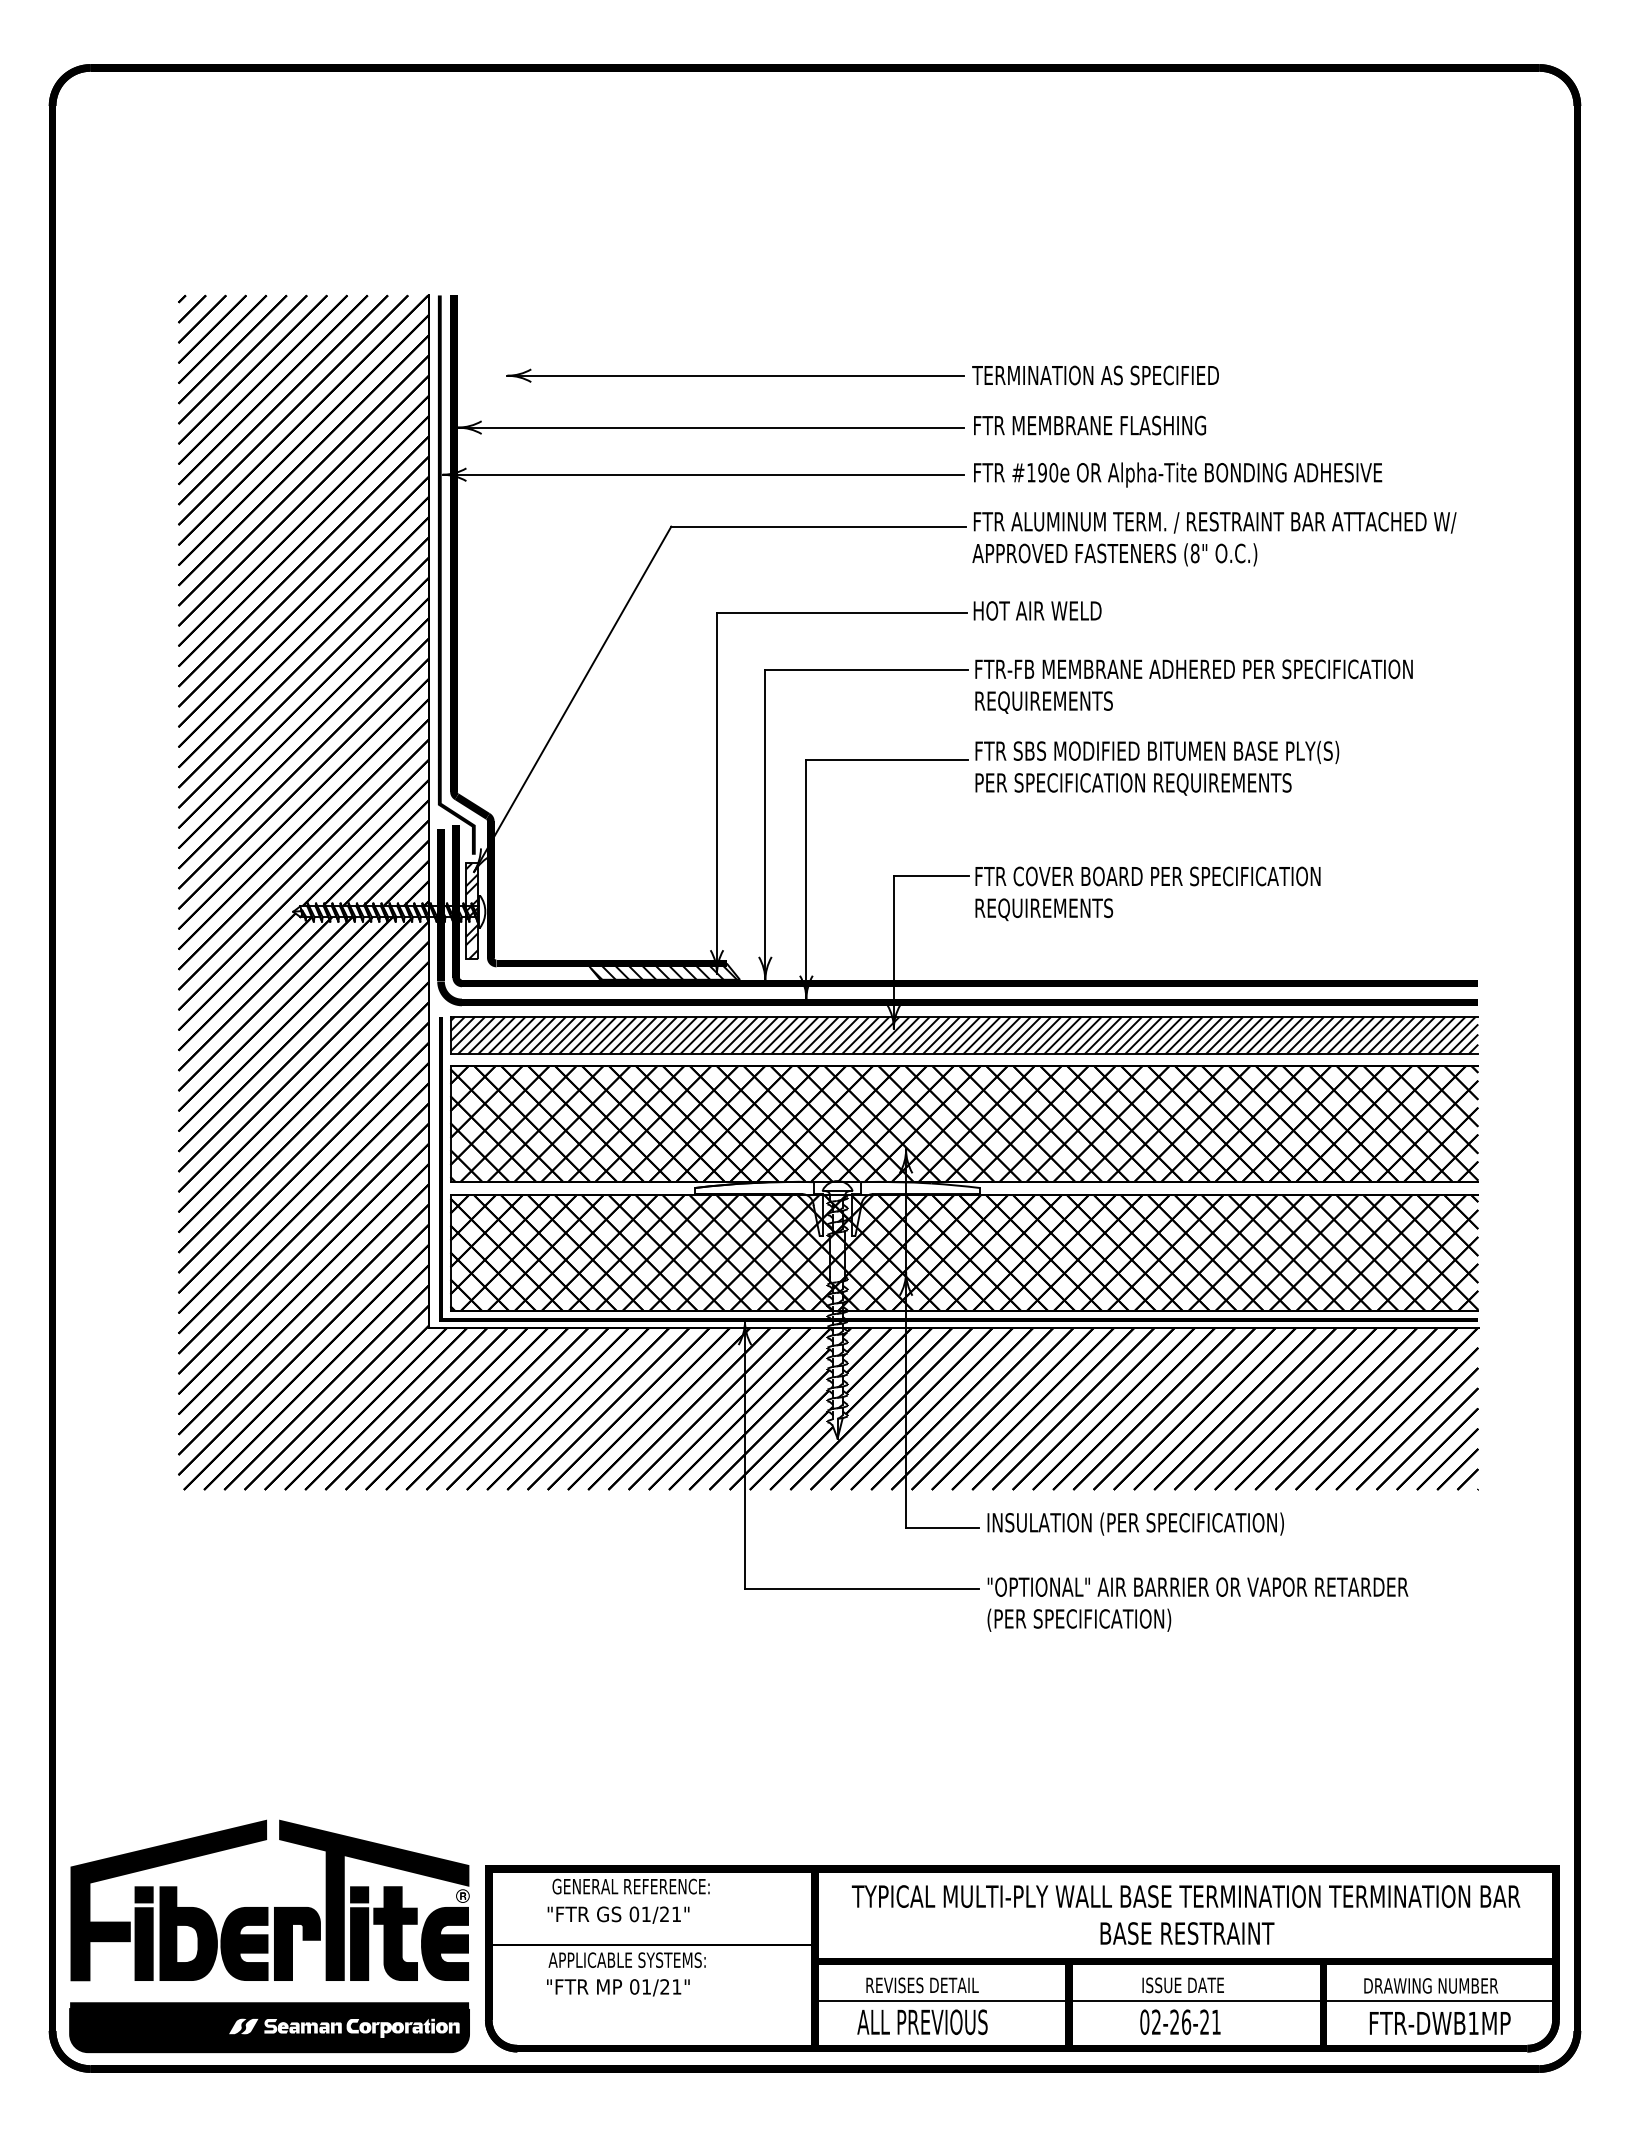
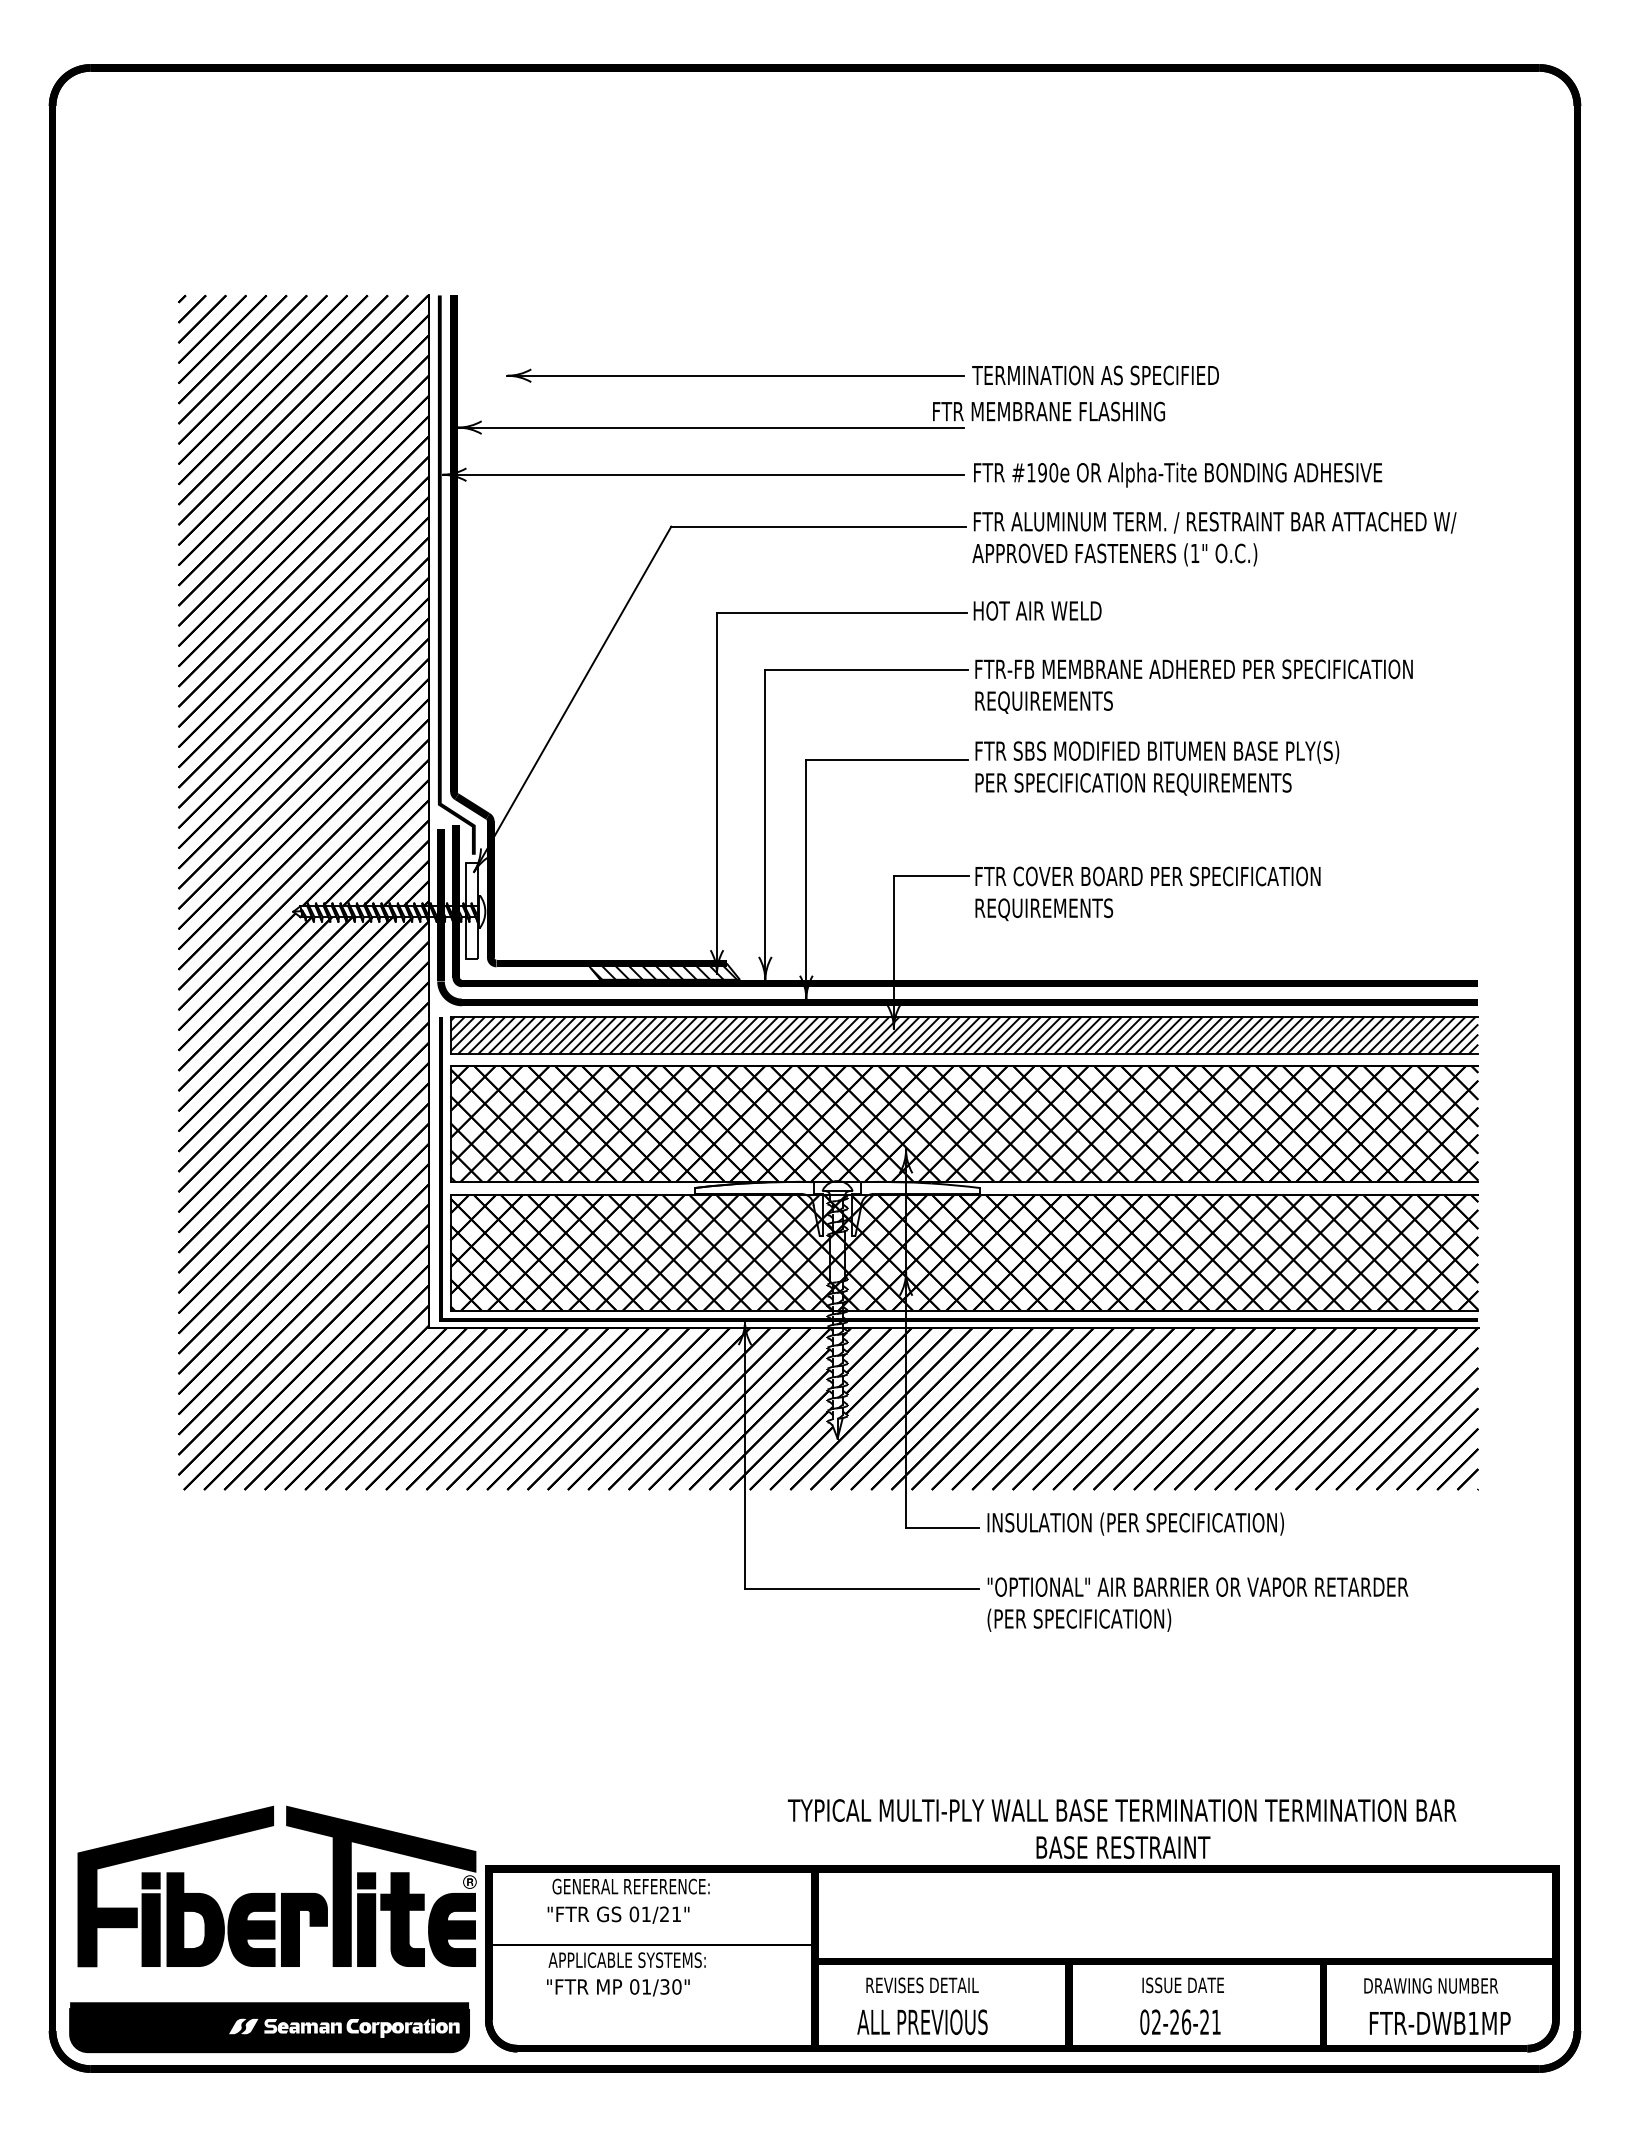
text at (1089, 425) position: (1089, 425) -> (1048, 411)
text at (1194, 553): (8" -> (1"
hatch at (472, 910): present -> none
part at (268, 1907) position: (268, 1907) -> (275, 1893)
text at (1185, 1914) position: (1185, 1914) -> (1121, 1828)
text at (670, 1986): 01/21" -> 01/30"
line at (1184, 2001): present -> none
